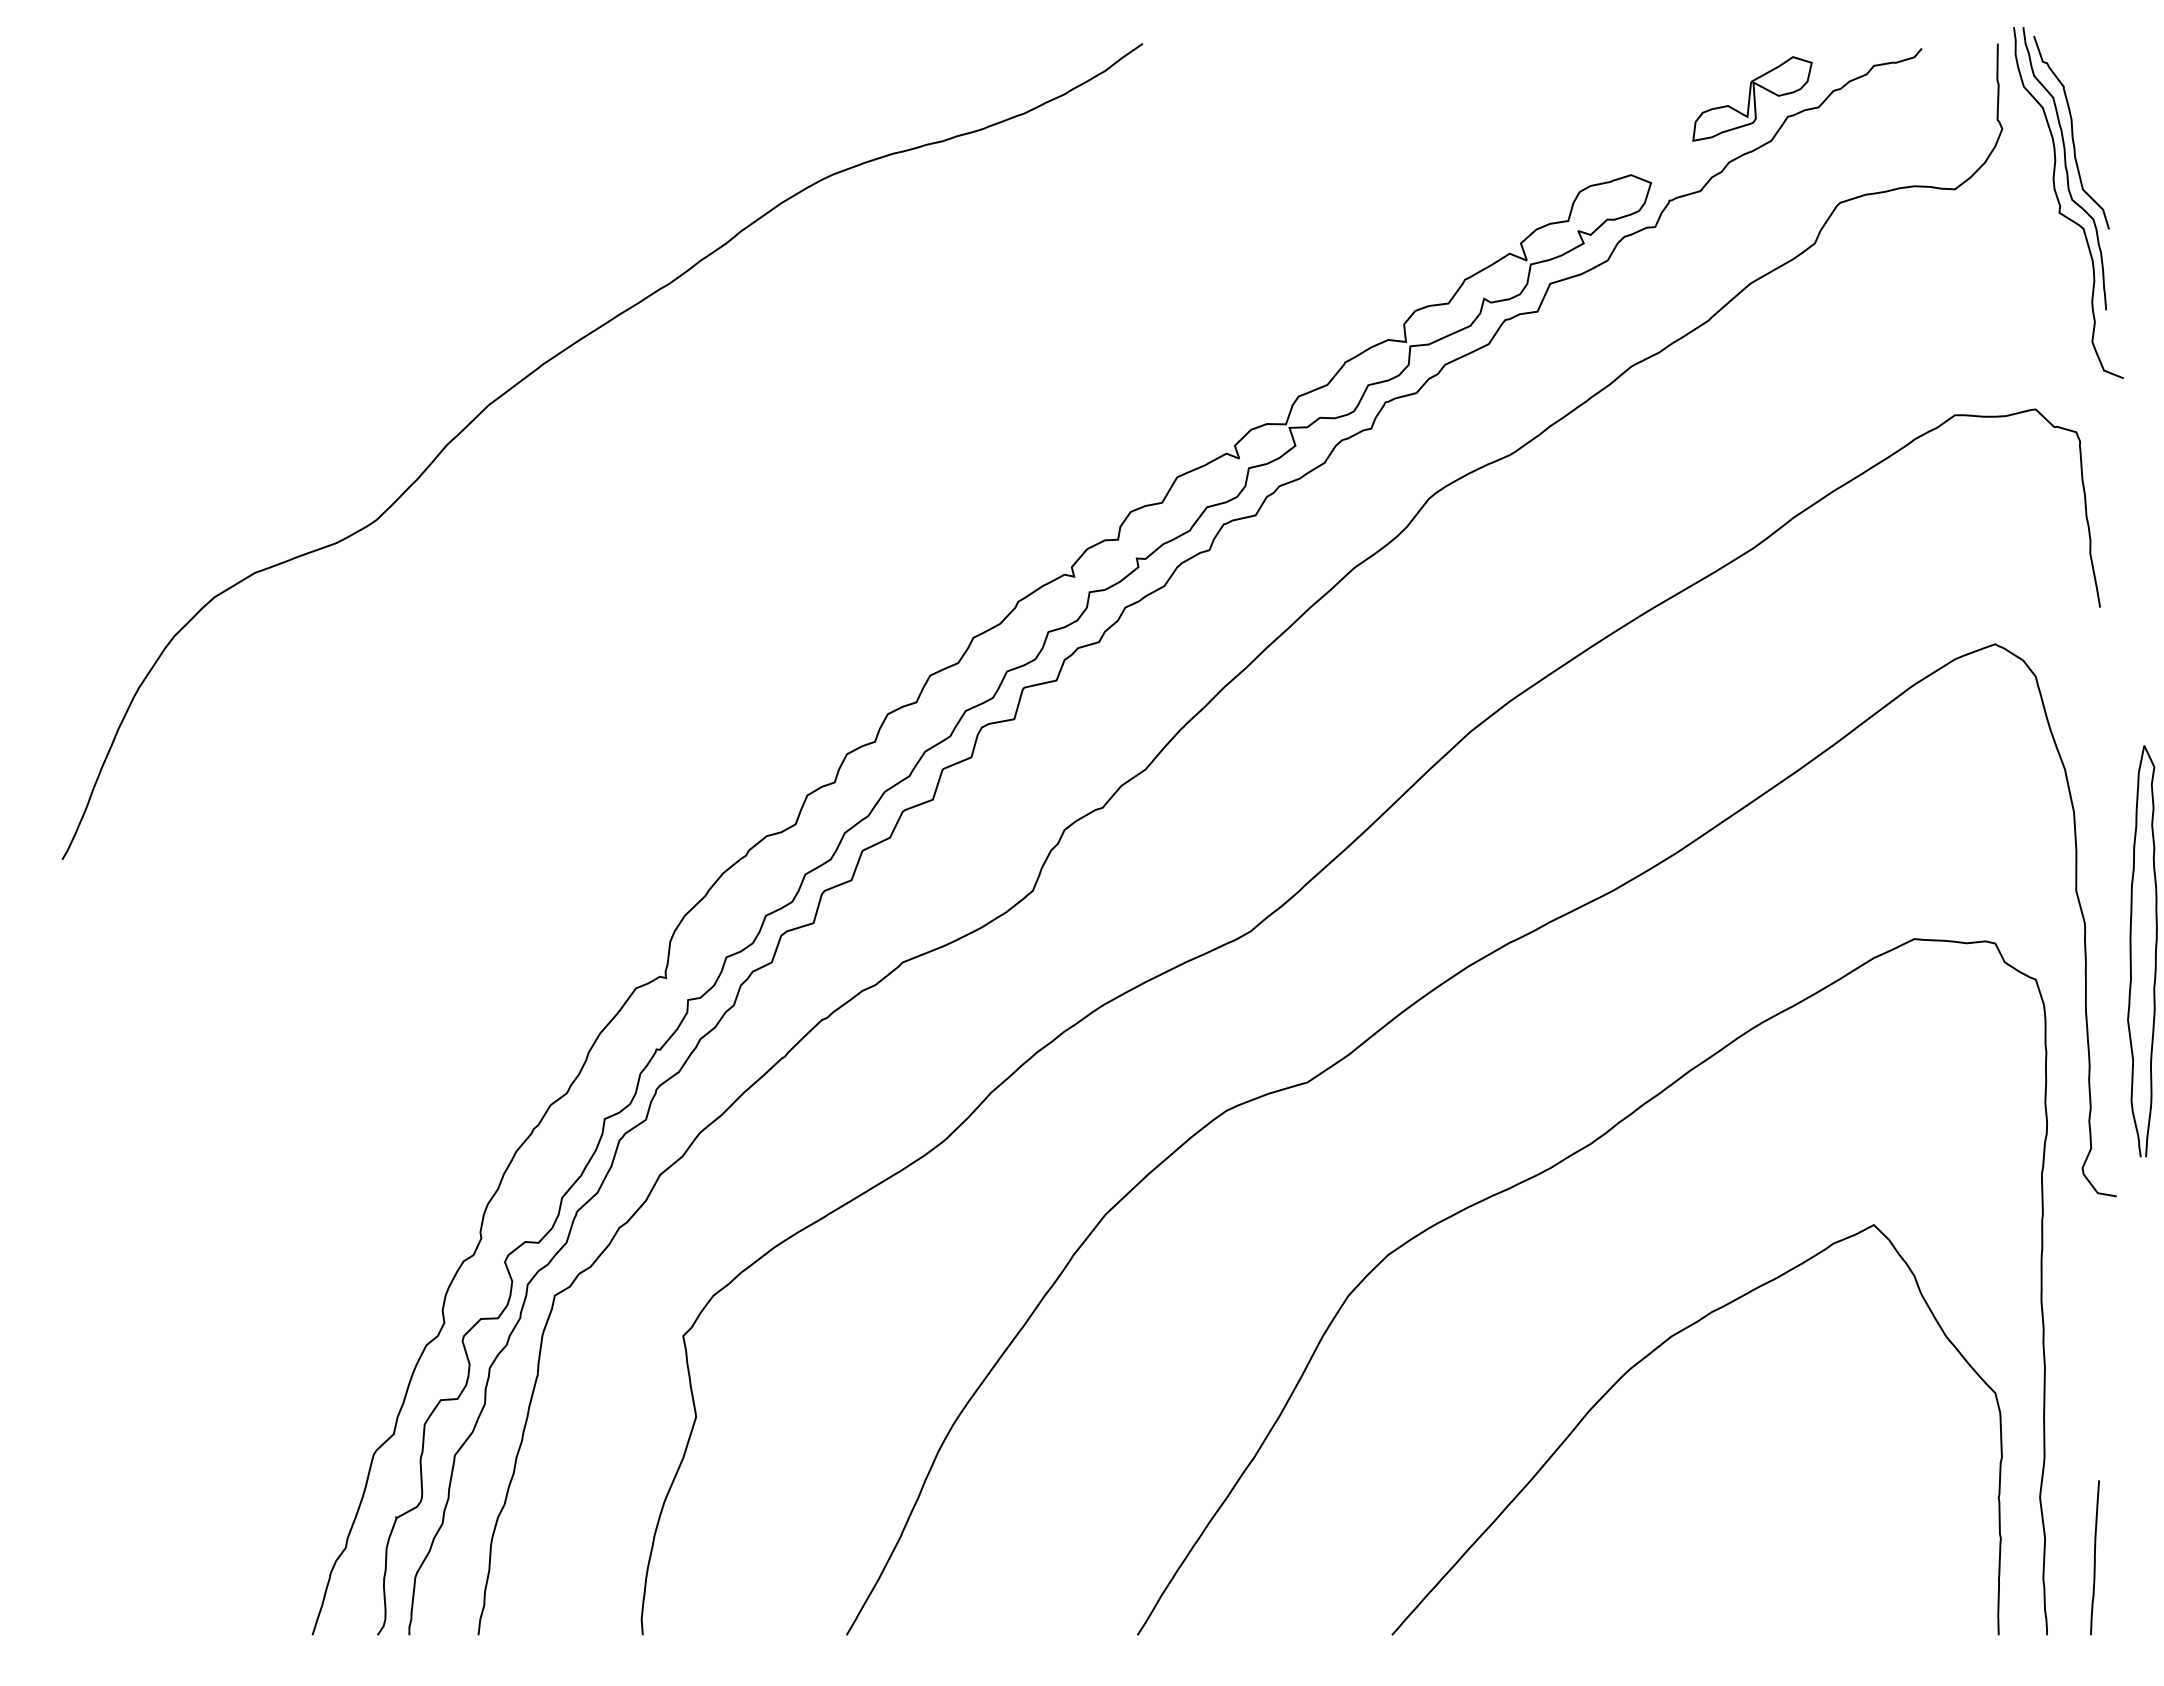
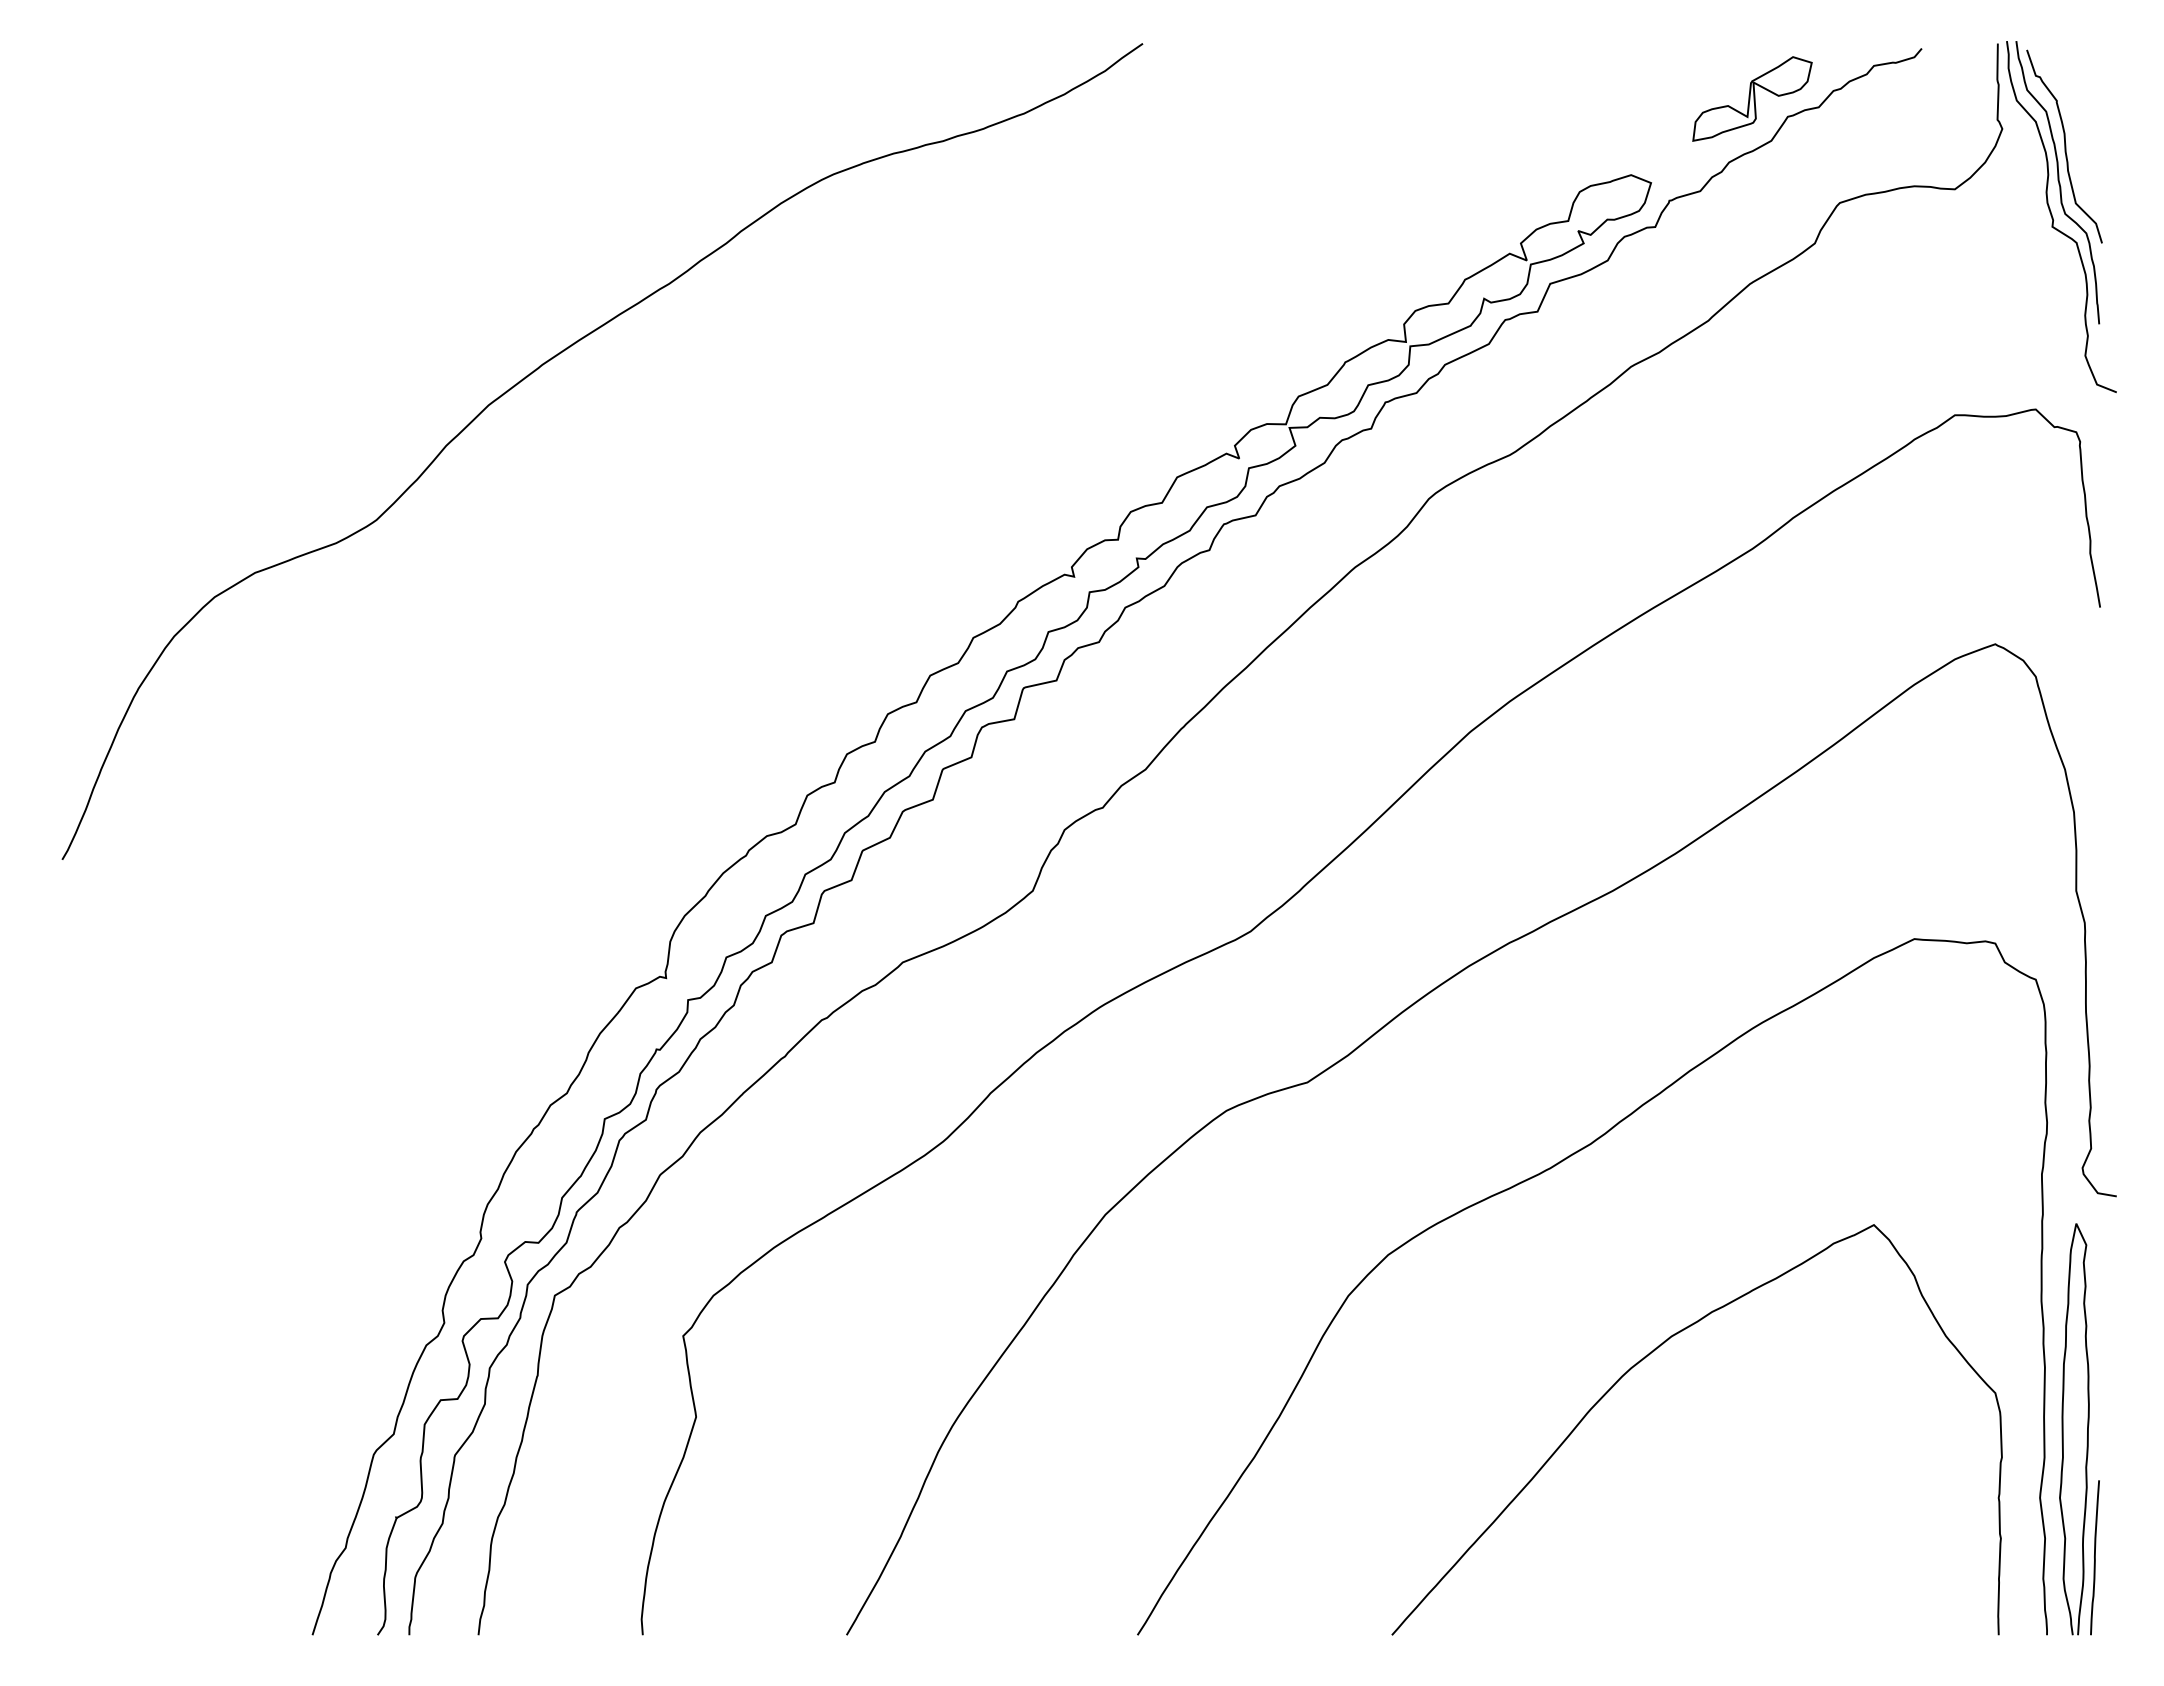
part at (2068, 203) position: (2068, 203) -> (2061, 217)
curve at (2131, 951) position: (2131, 951) -> (2063, 1429)
